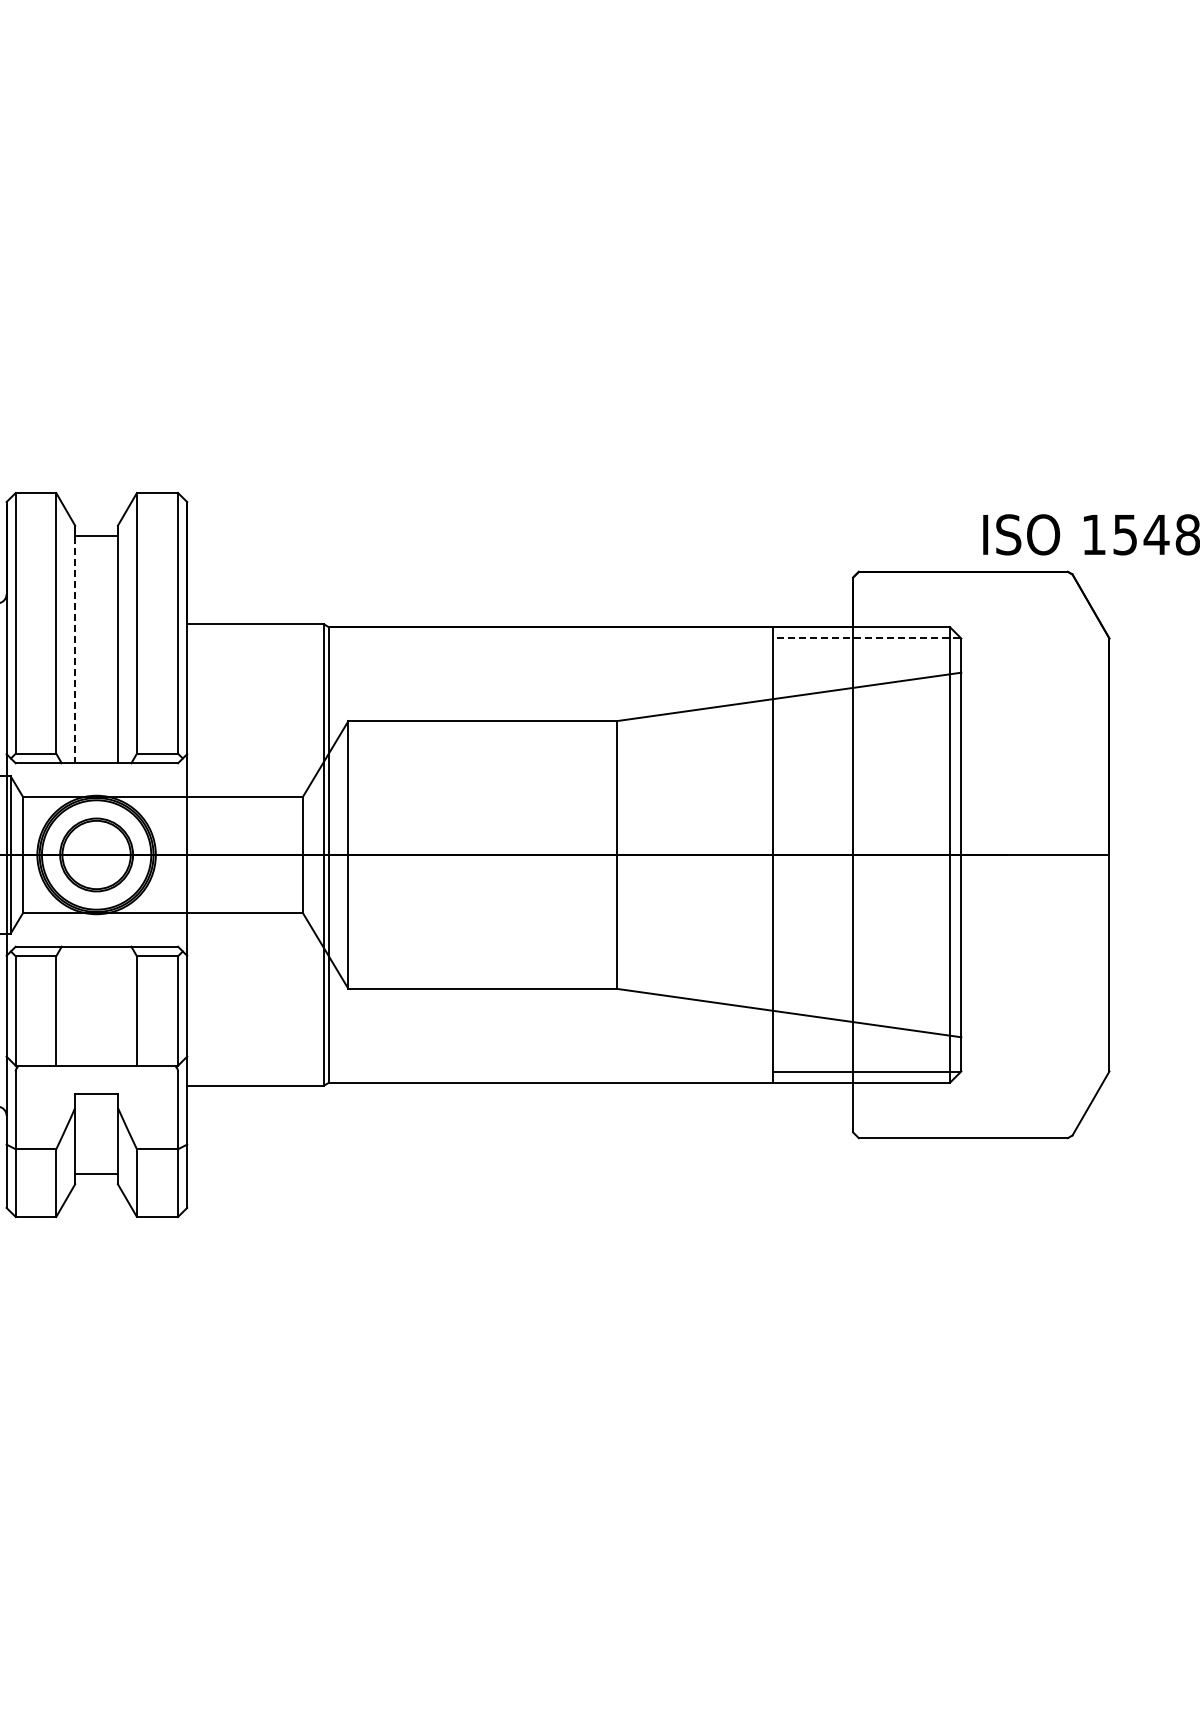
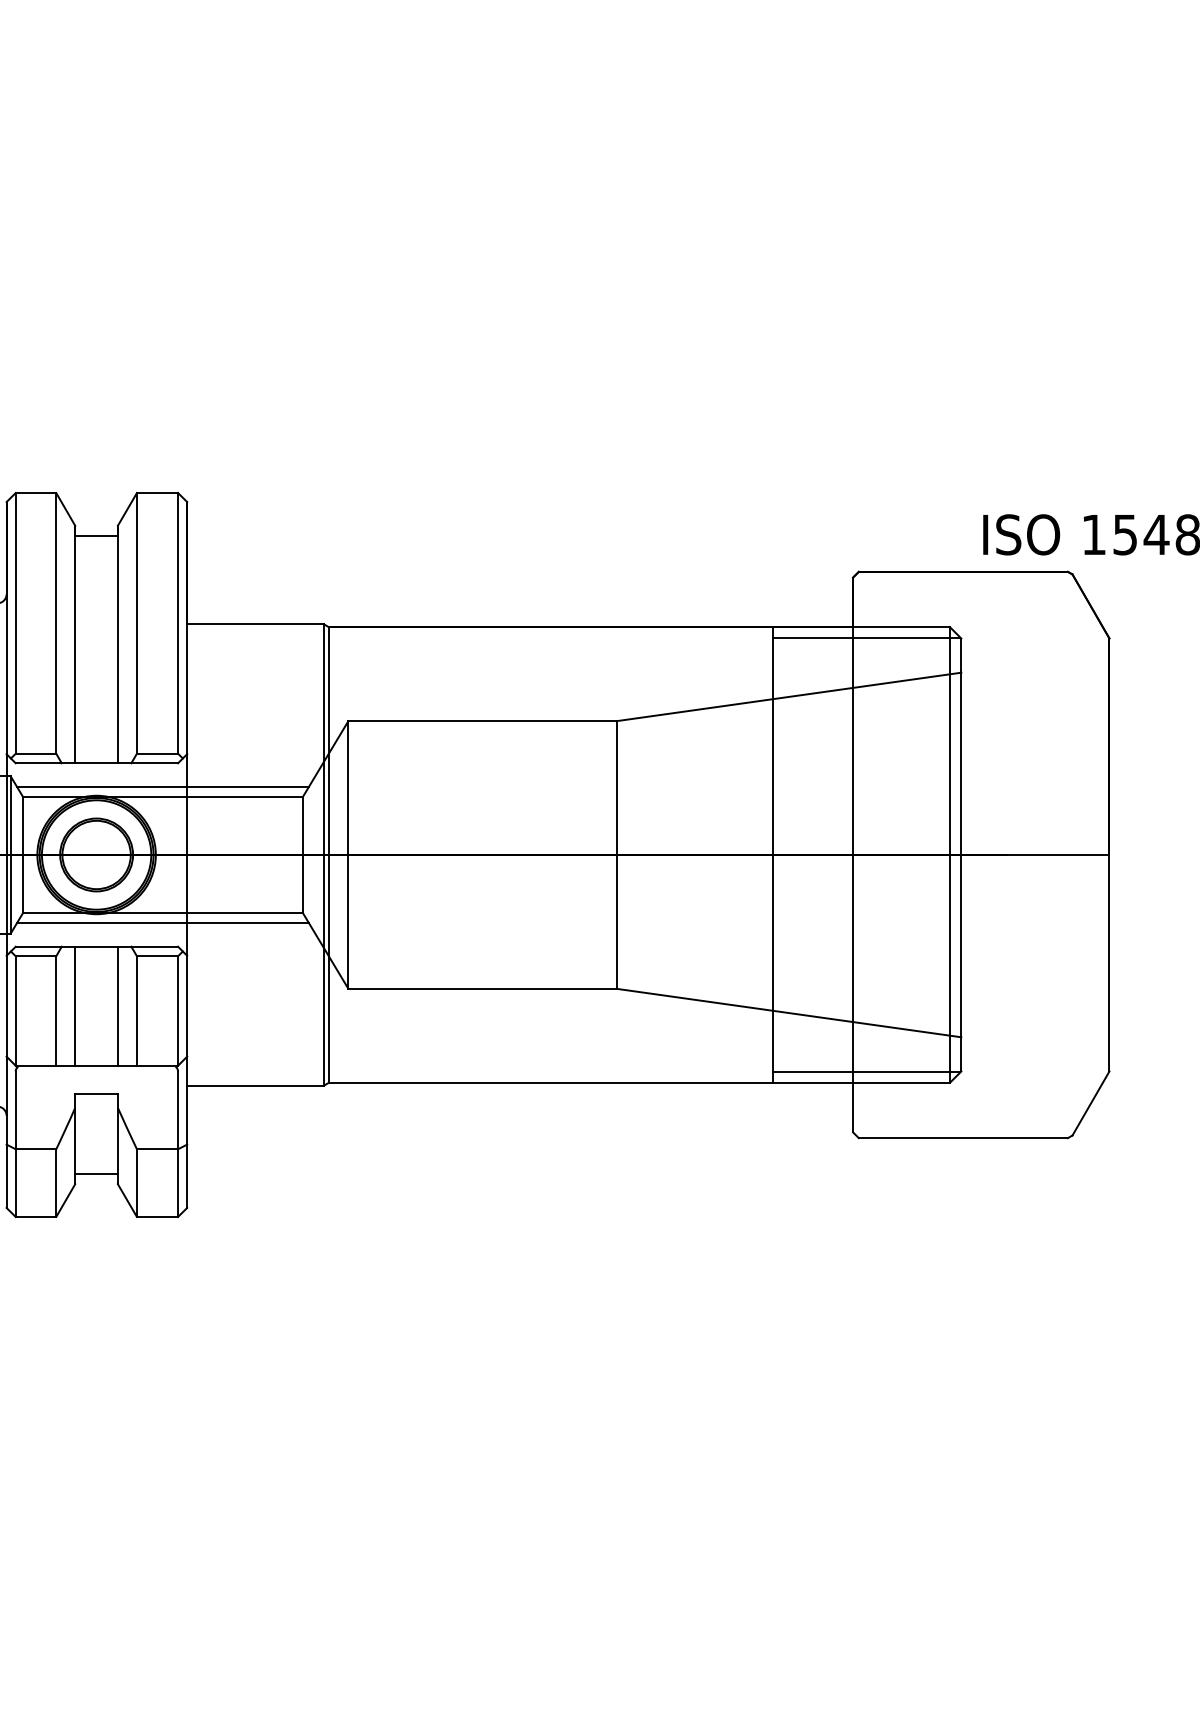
line at (866, 637): dashed -> solid
line at (75, 644): dashed -> solid
line at (162, 786): none -> present
line at (162, 923): none -> present
line at (75, 1005): none -> present
line at (117, 1005): none -> present
